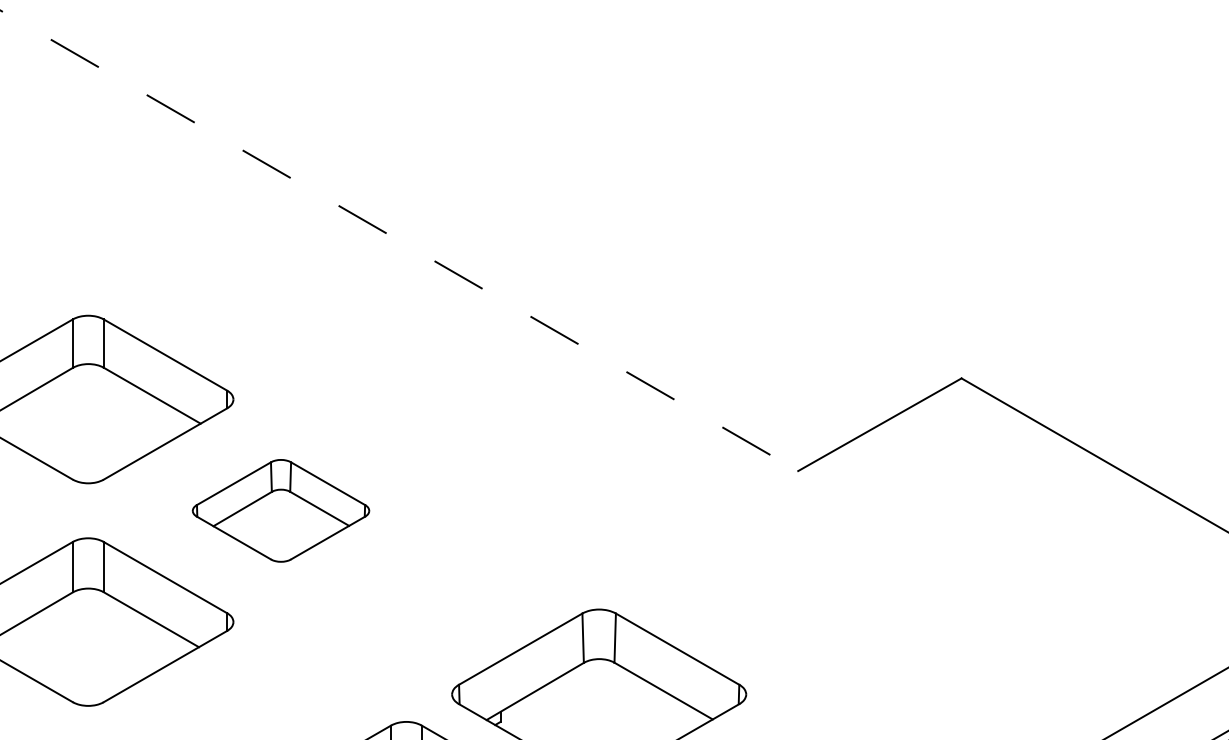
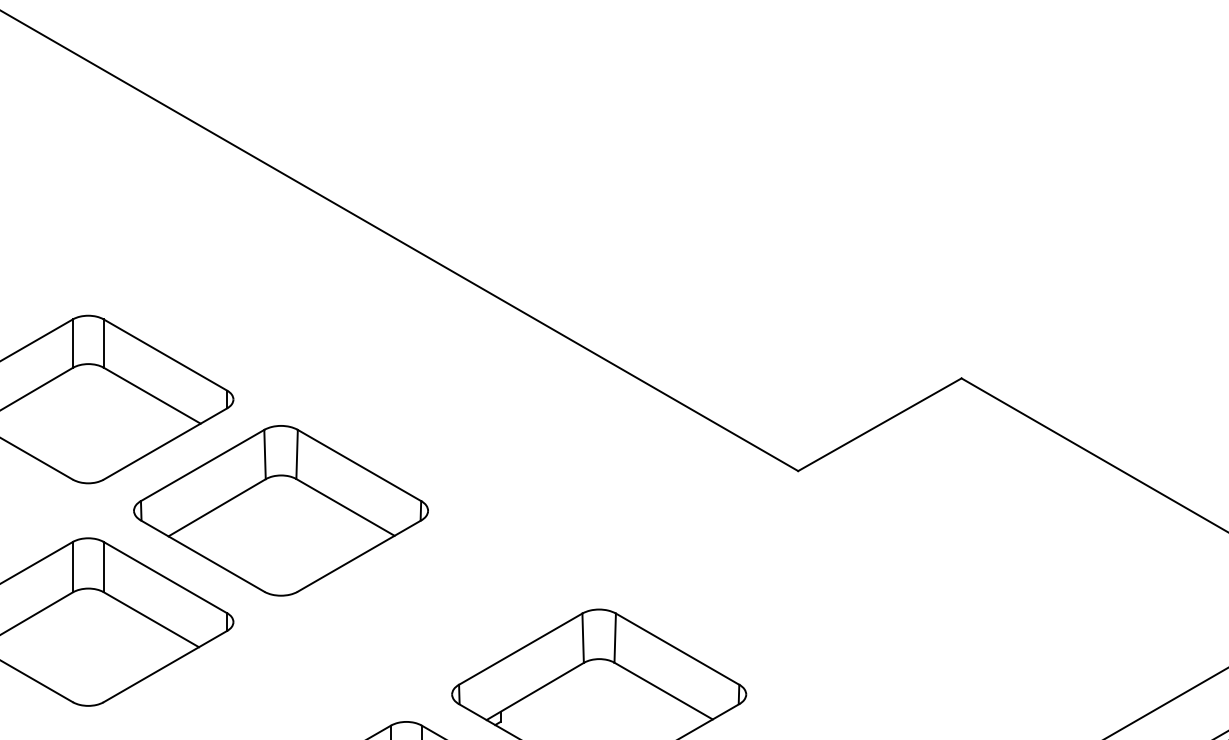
line at (399, 241): dashed -> solid
part at (280, 510) size: 180x104 px -> 296x172 px
